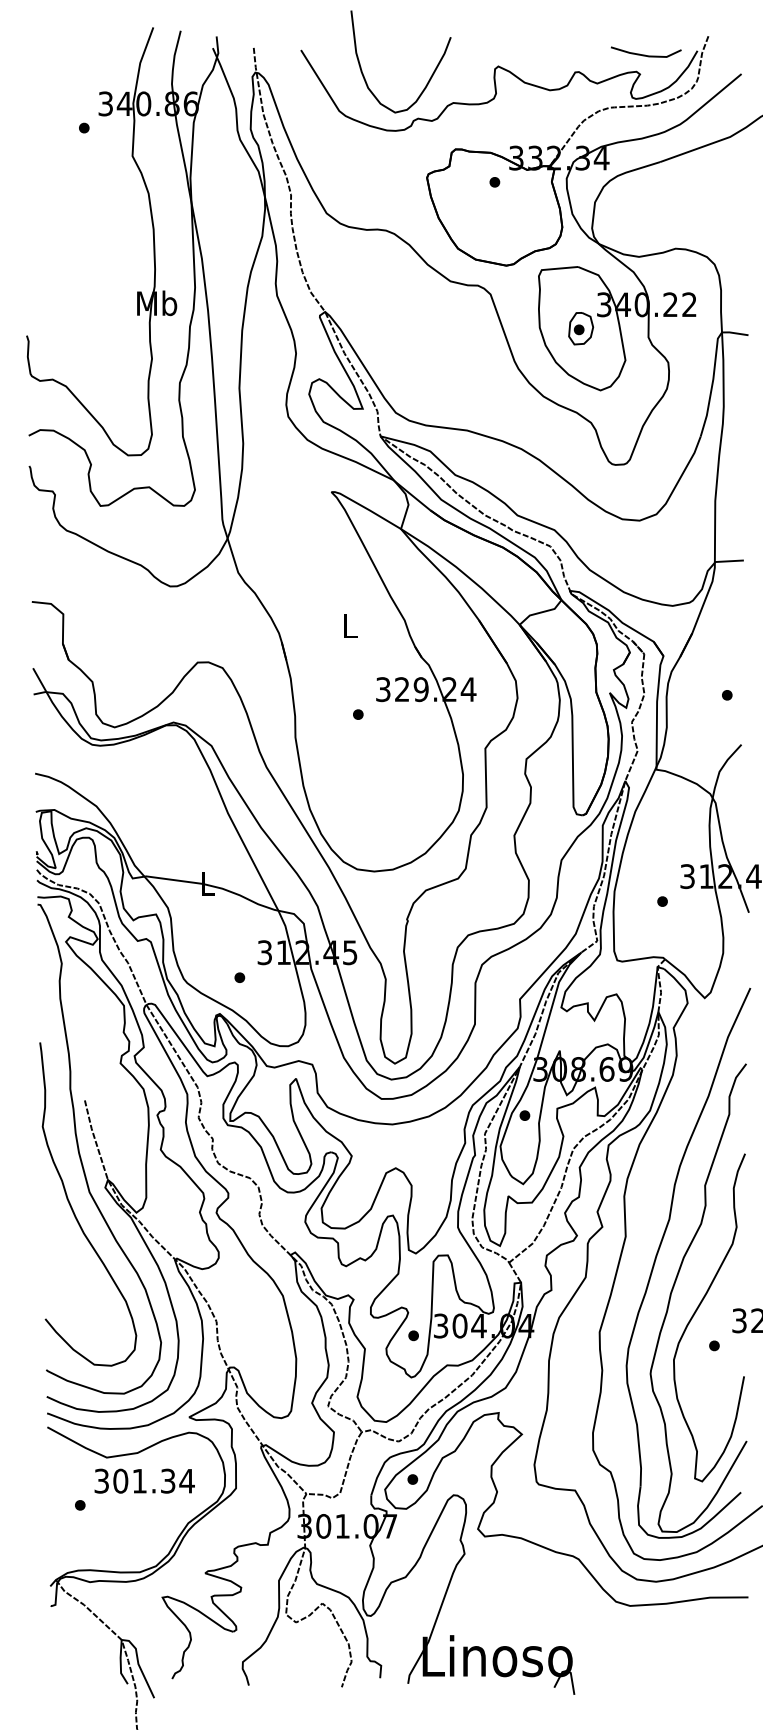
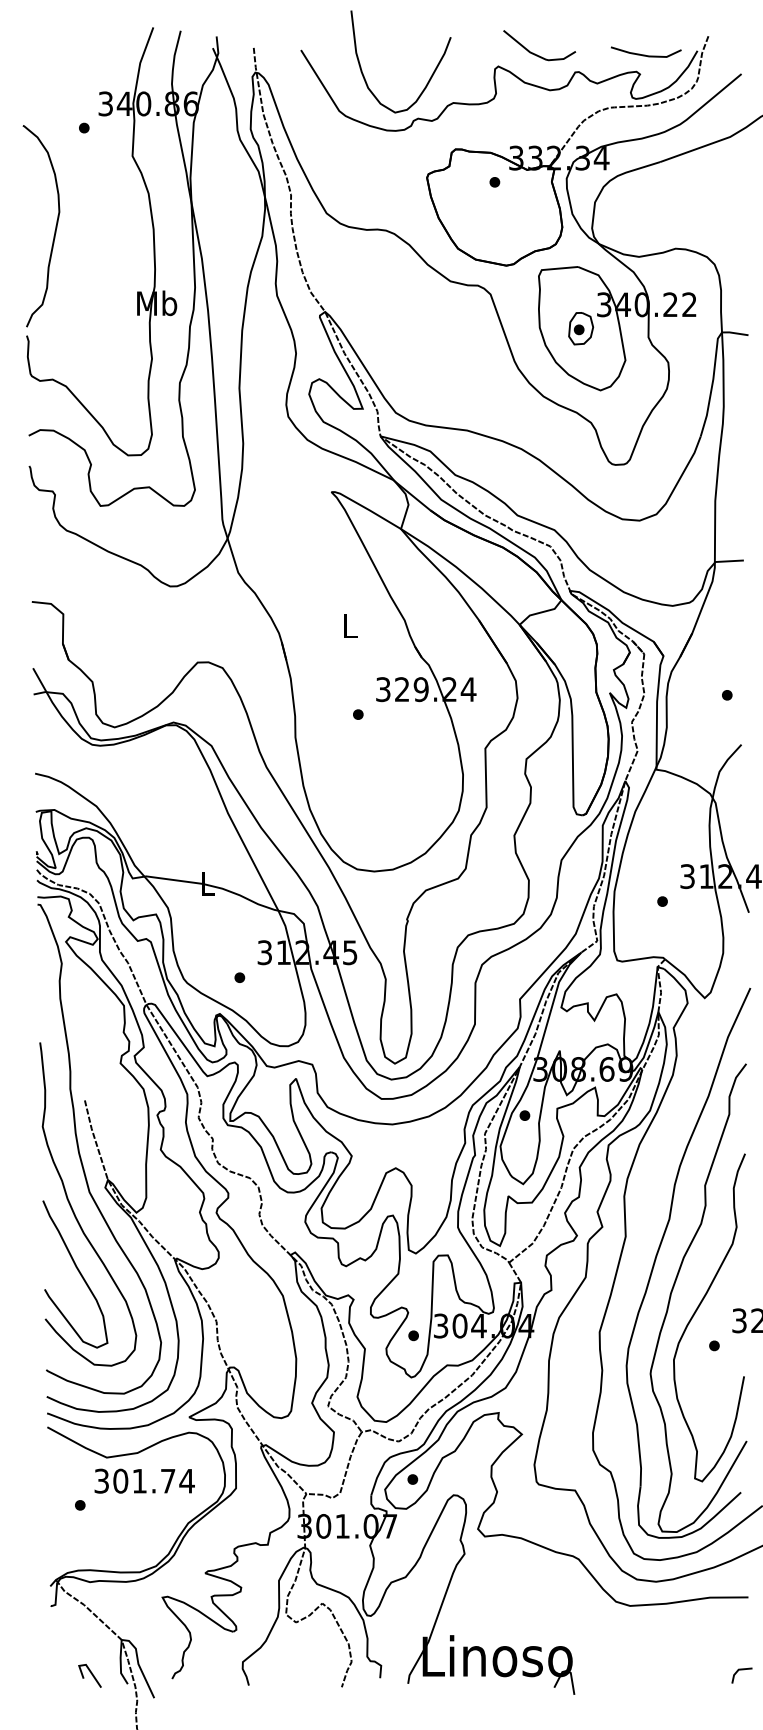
curve at (535, 53): none -> present
curve at (54, 230): none -> present
curve at (78, 1272): none -> present
text at (168, 1480): 301.34 -> 301.74
line at (741, 1670): none -> present
line at (90, 1673): none -> present
